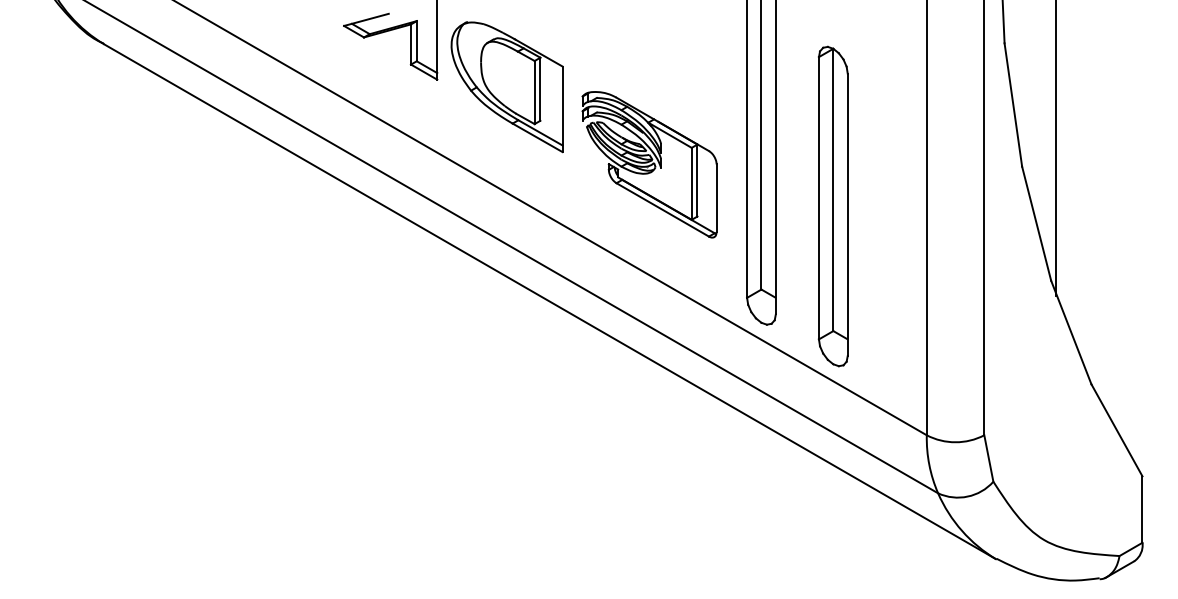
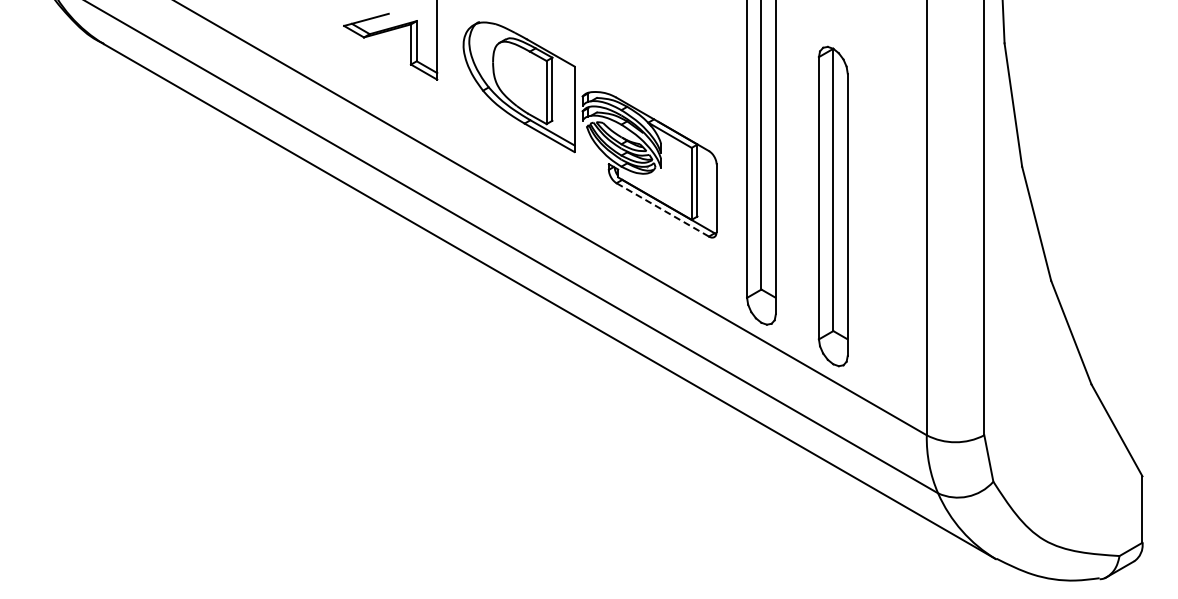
part at (506, 87) position: (506, 87) -> (518, 87)
line at (1056, 149): present -> none
line at (662, 209): solid -> dashed
